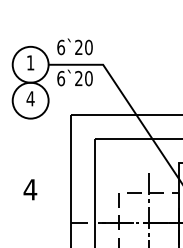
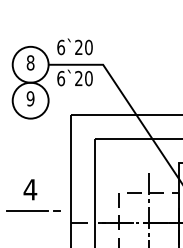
text at (30, 62): 1 -> 8
text at (30, 98): 4 -> 9
line at (33, 210): none -> present
